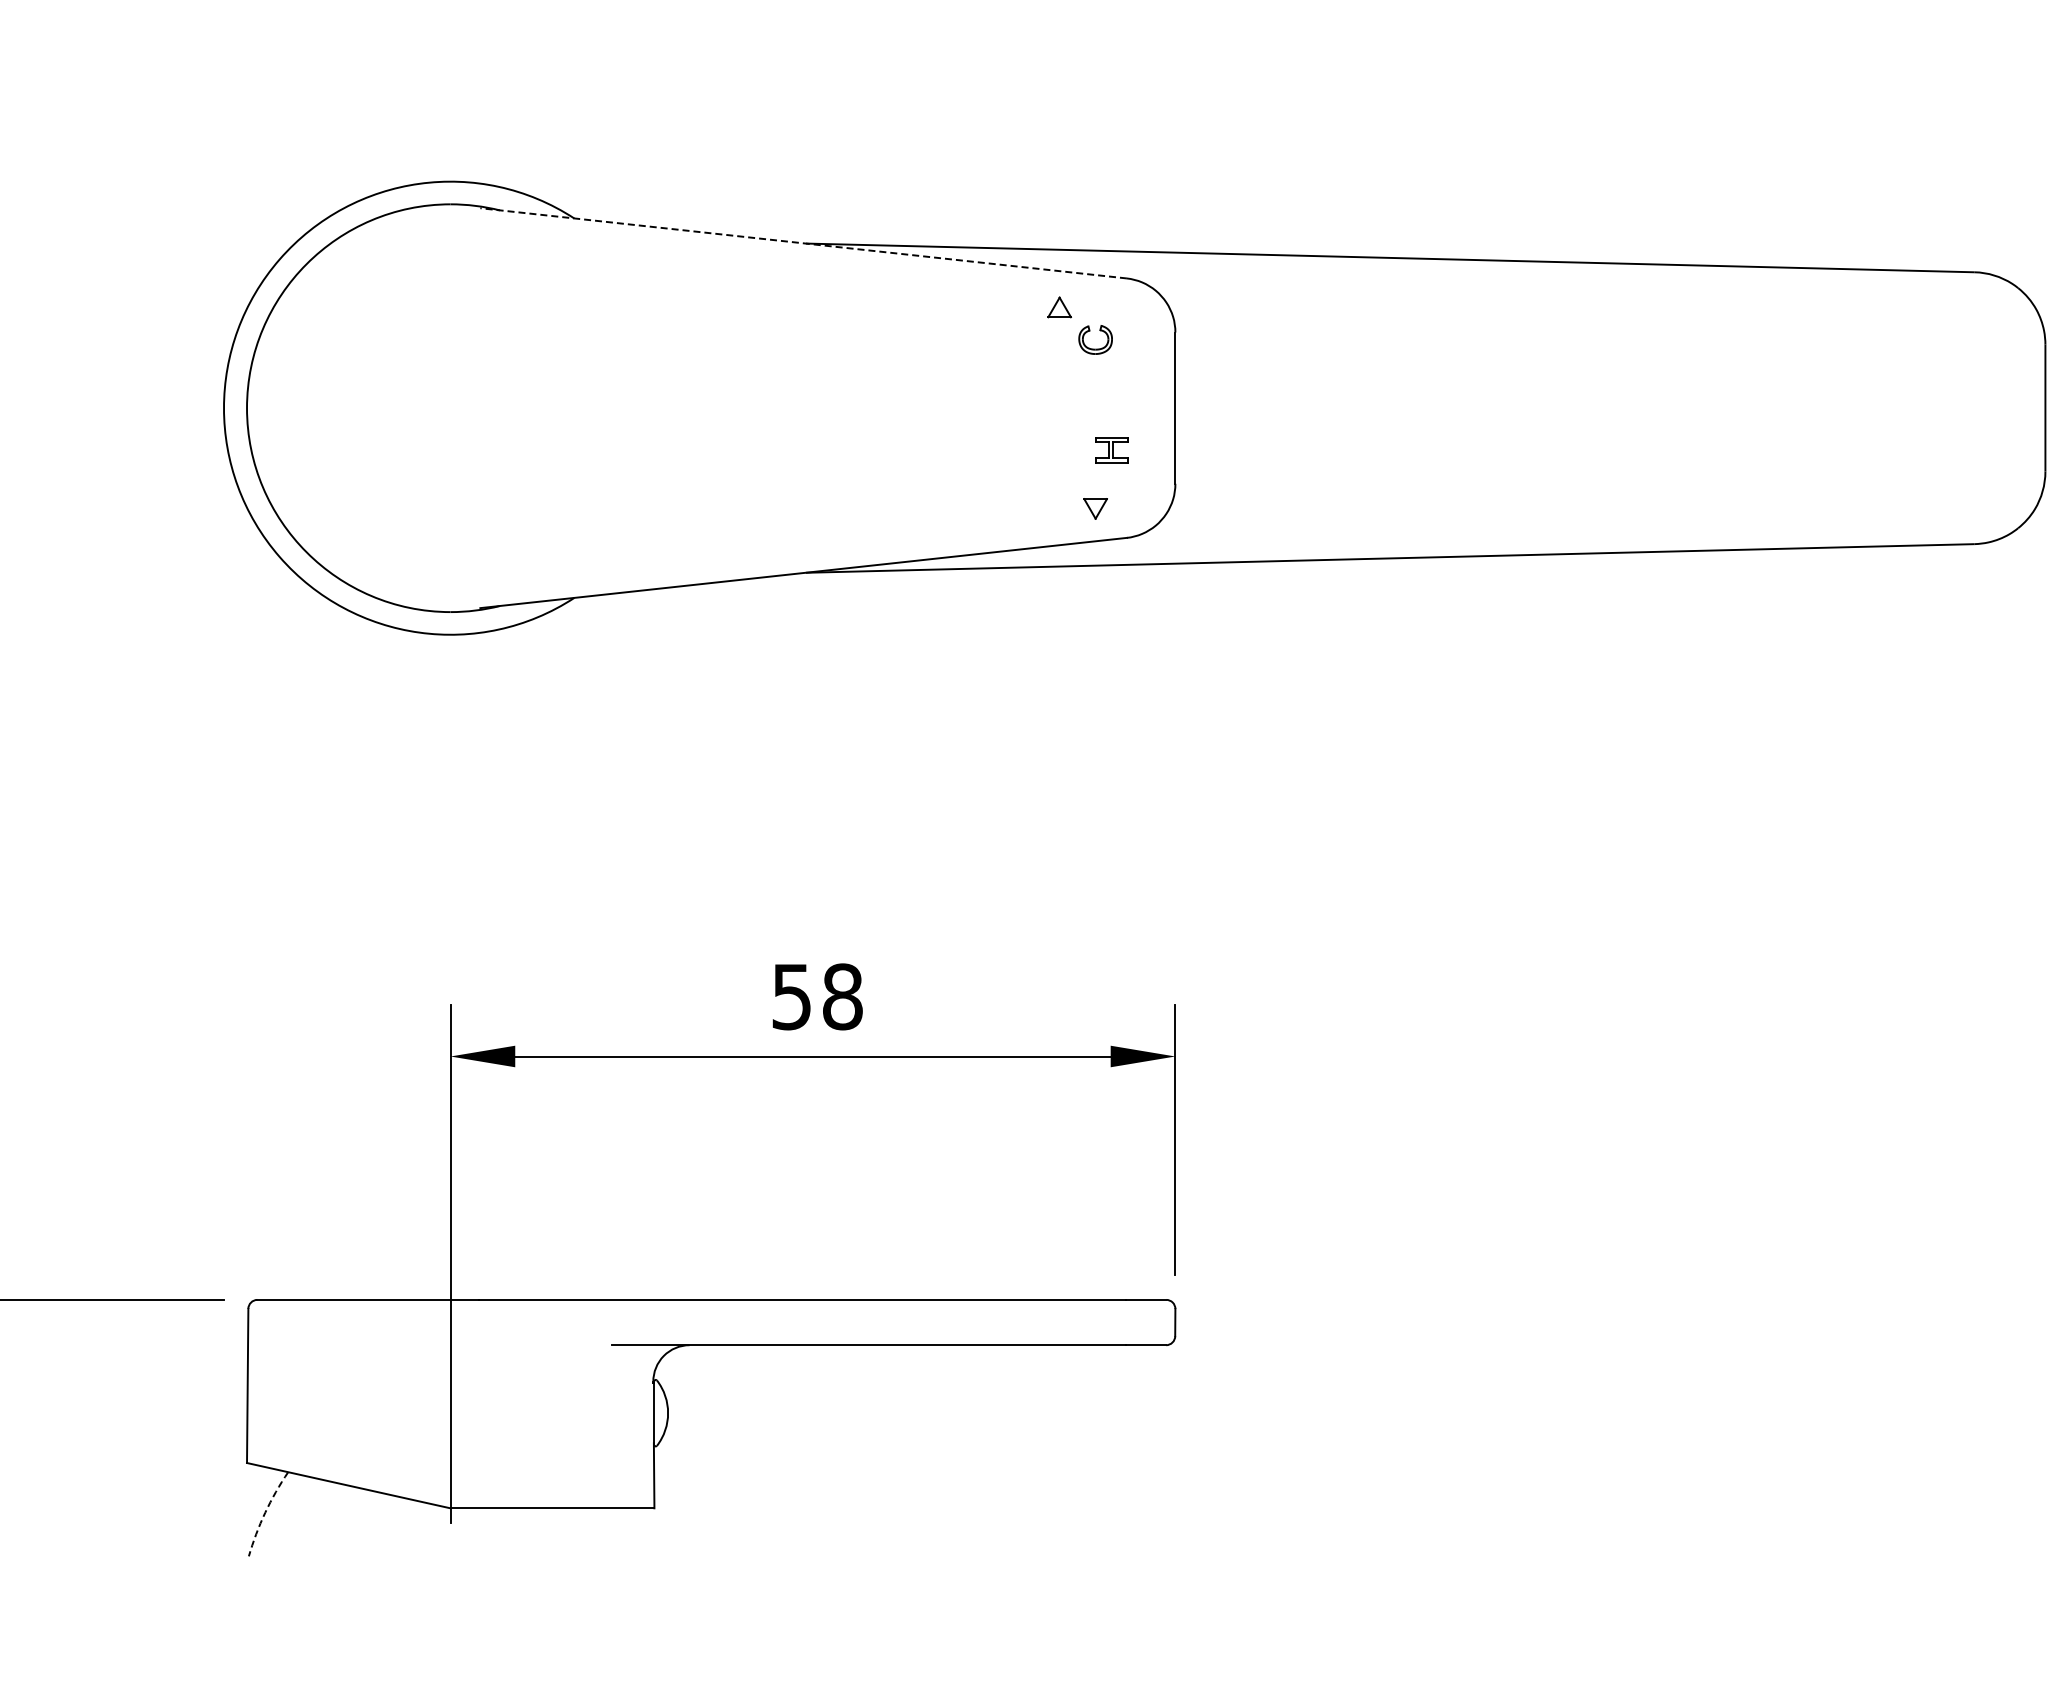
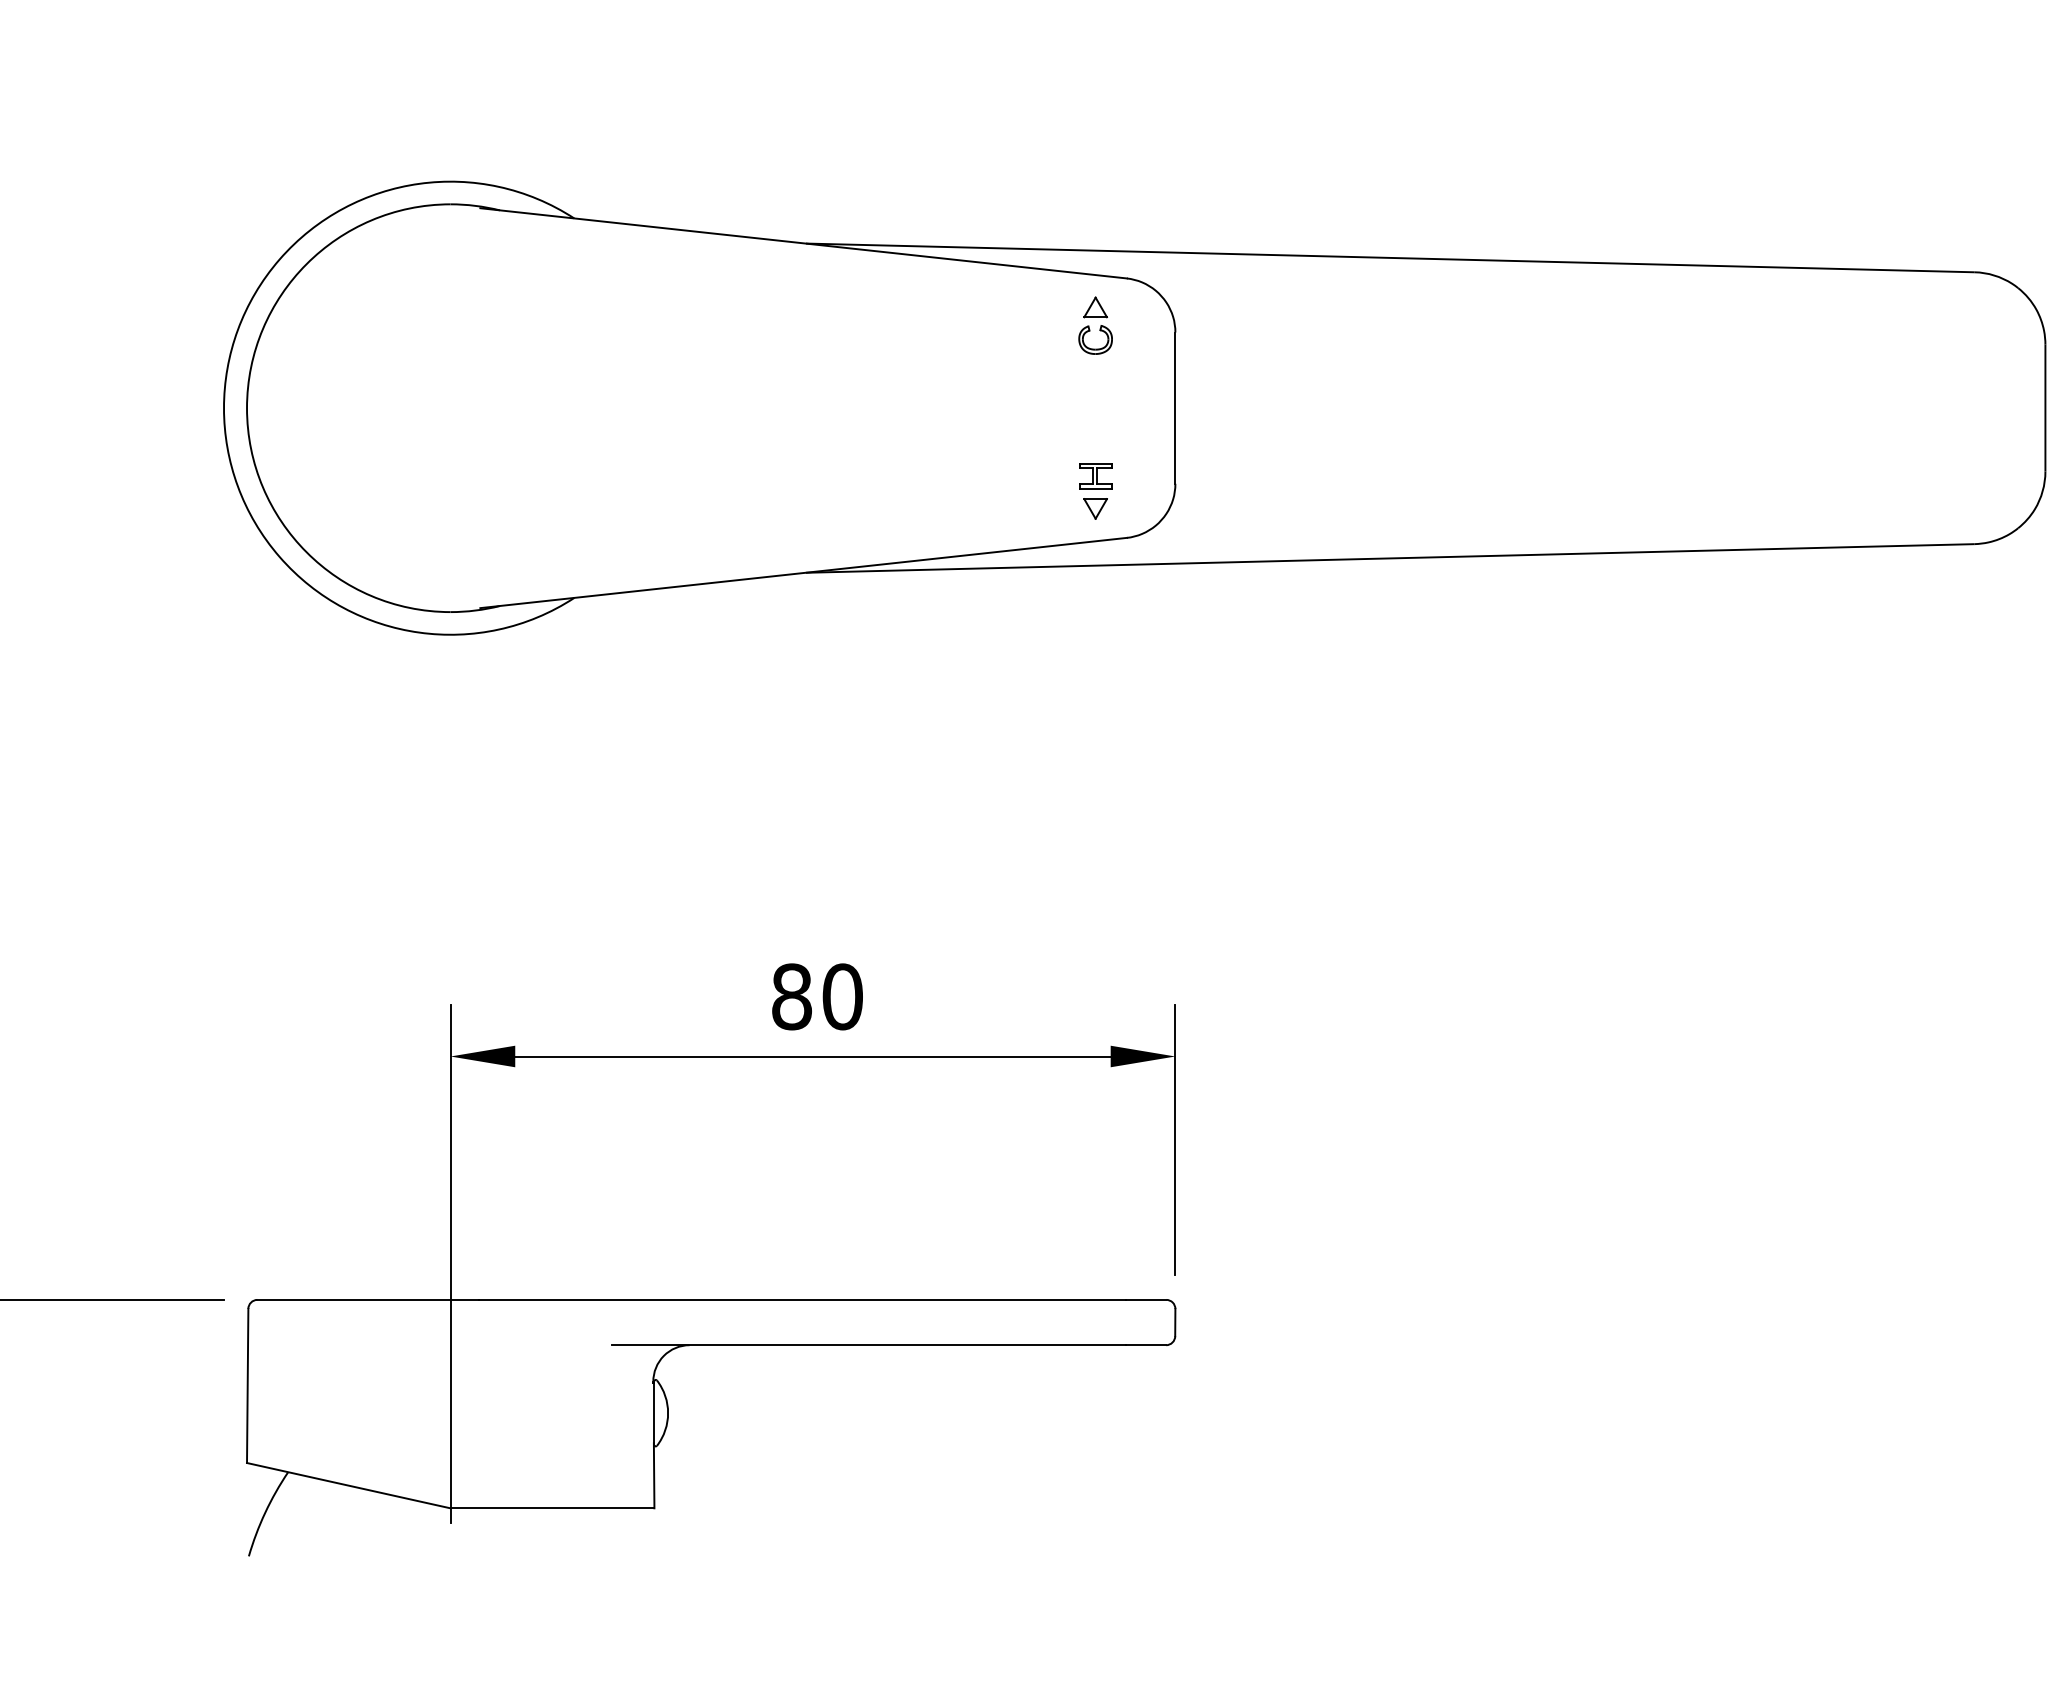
line at (803, 243): dashed -> solid
part at (1059, 307) position: (1059, 307) -> (1095, 307)
part at (1111, 450) position: (1111, 450) -> (1095, 476)
text at (817, 996): 58 -> 80
arc at (265, 1512): dashed -> solid
